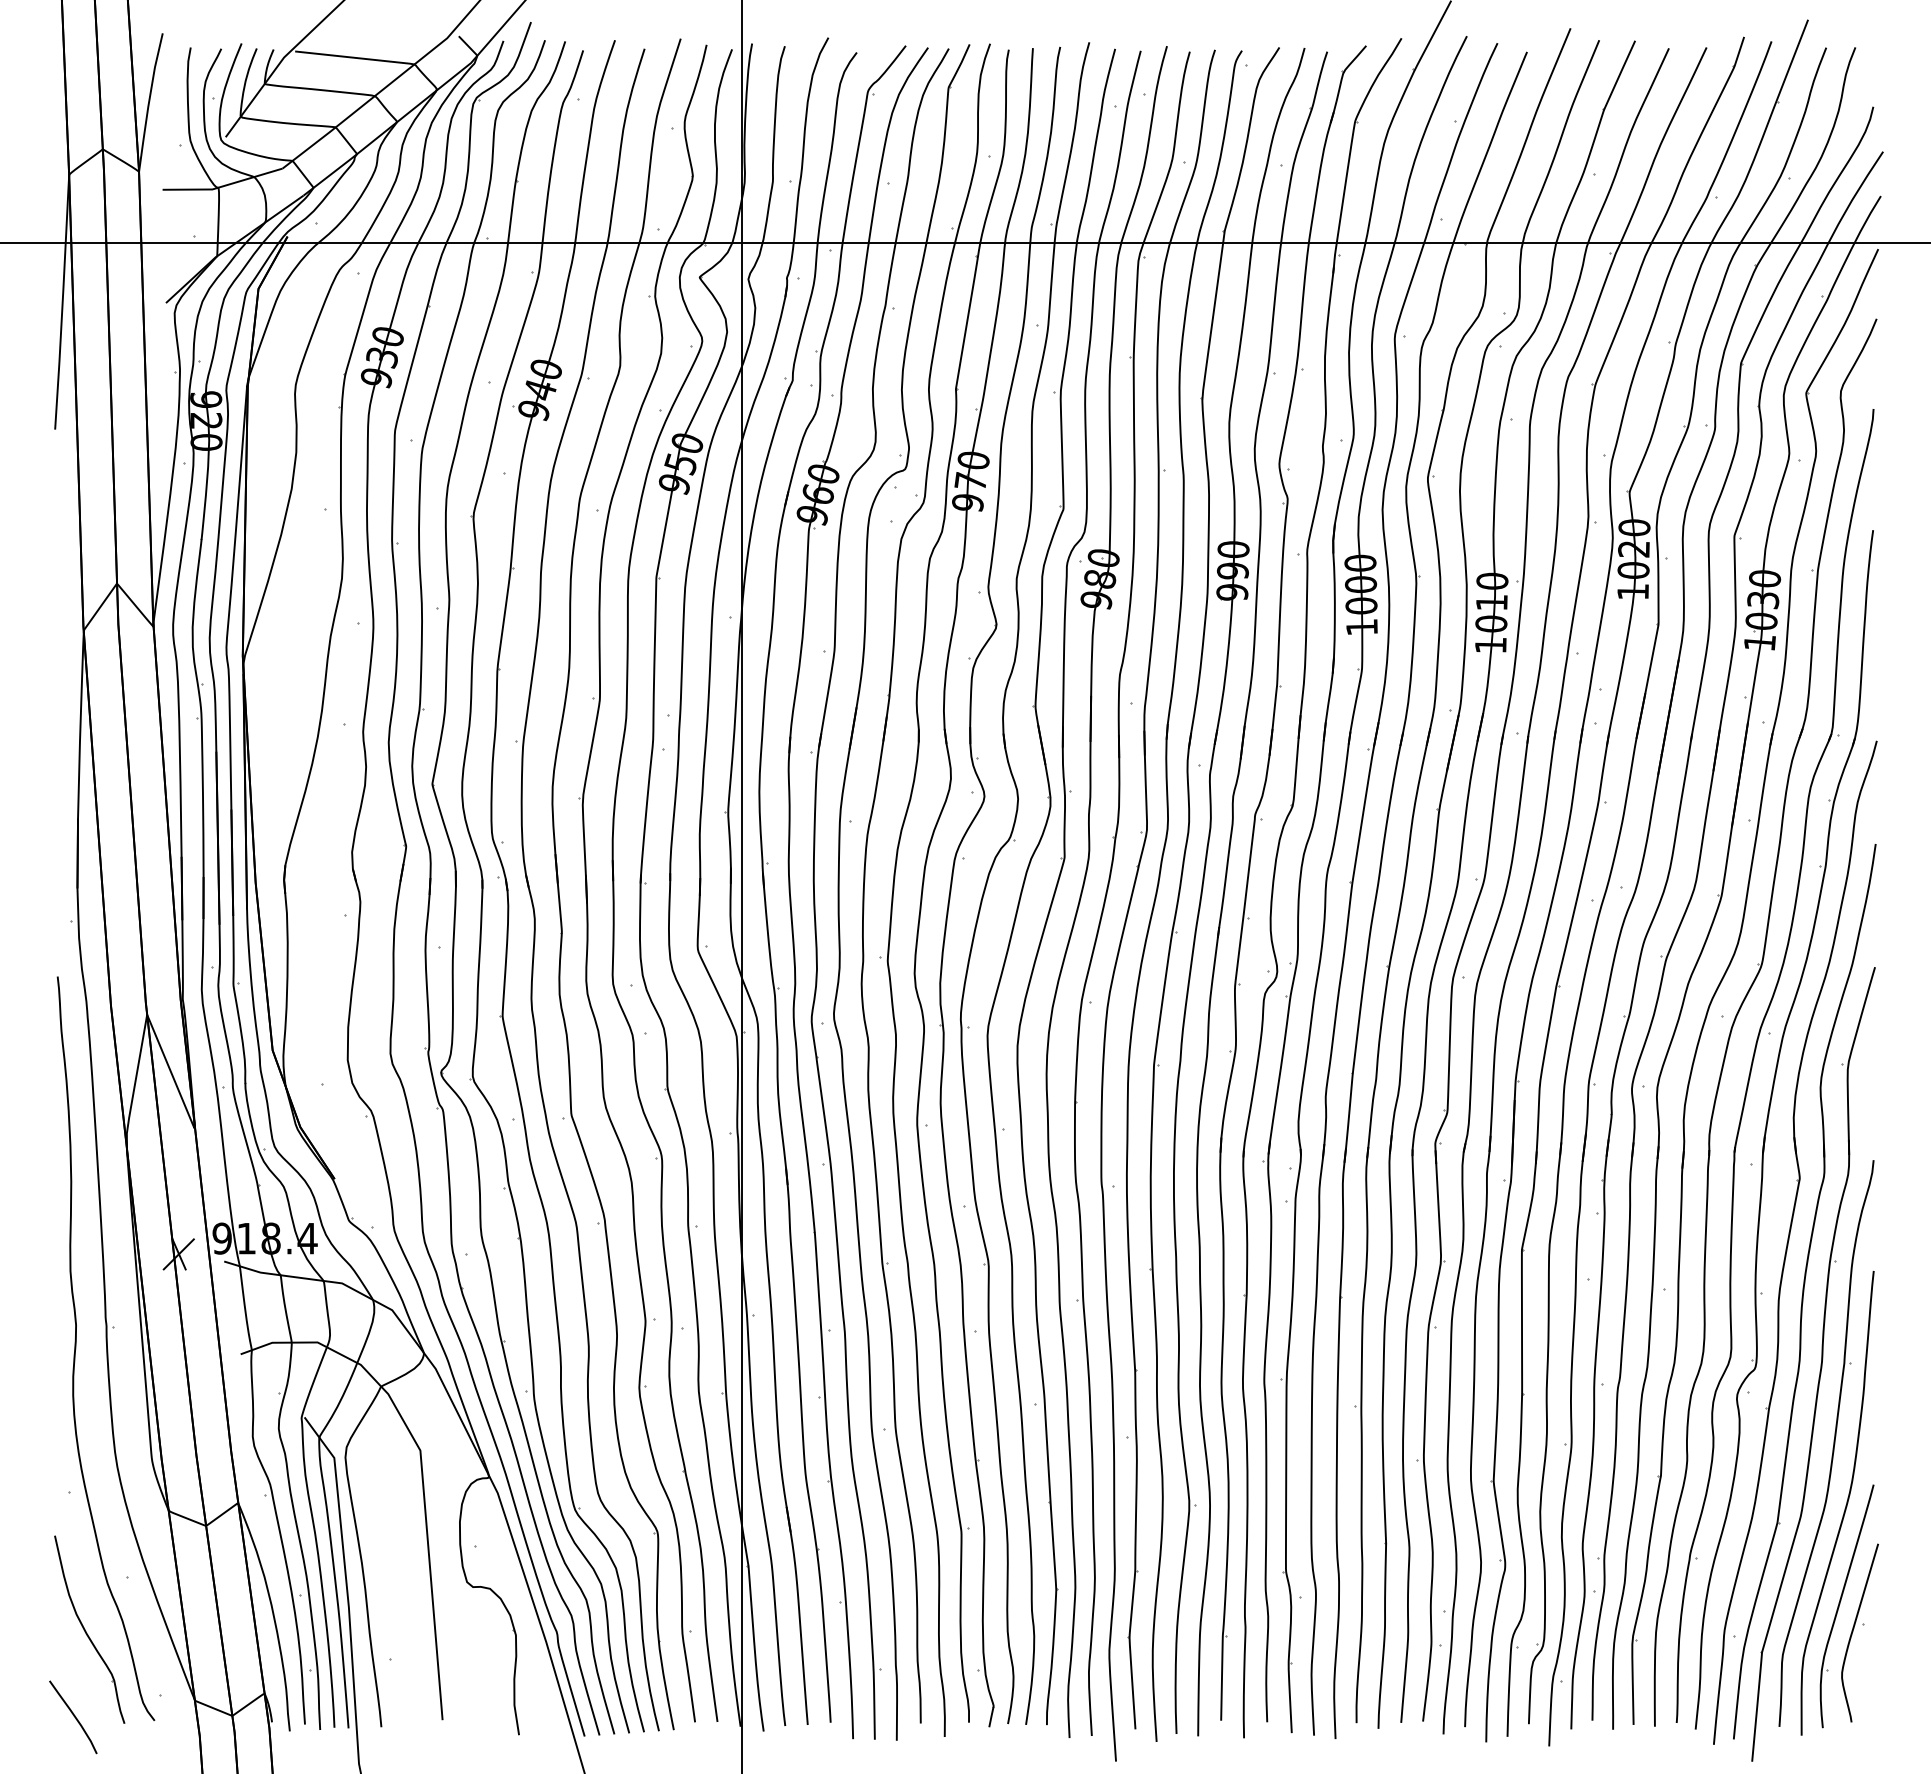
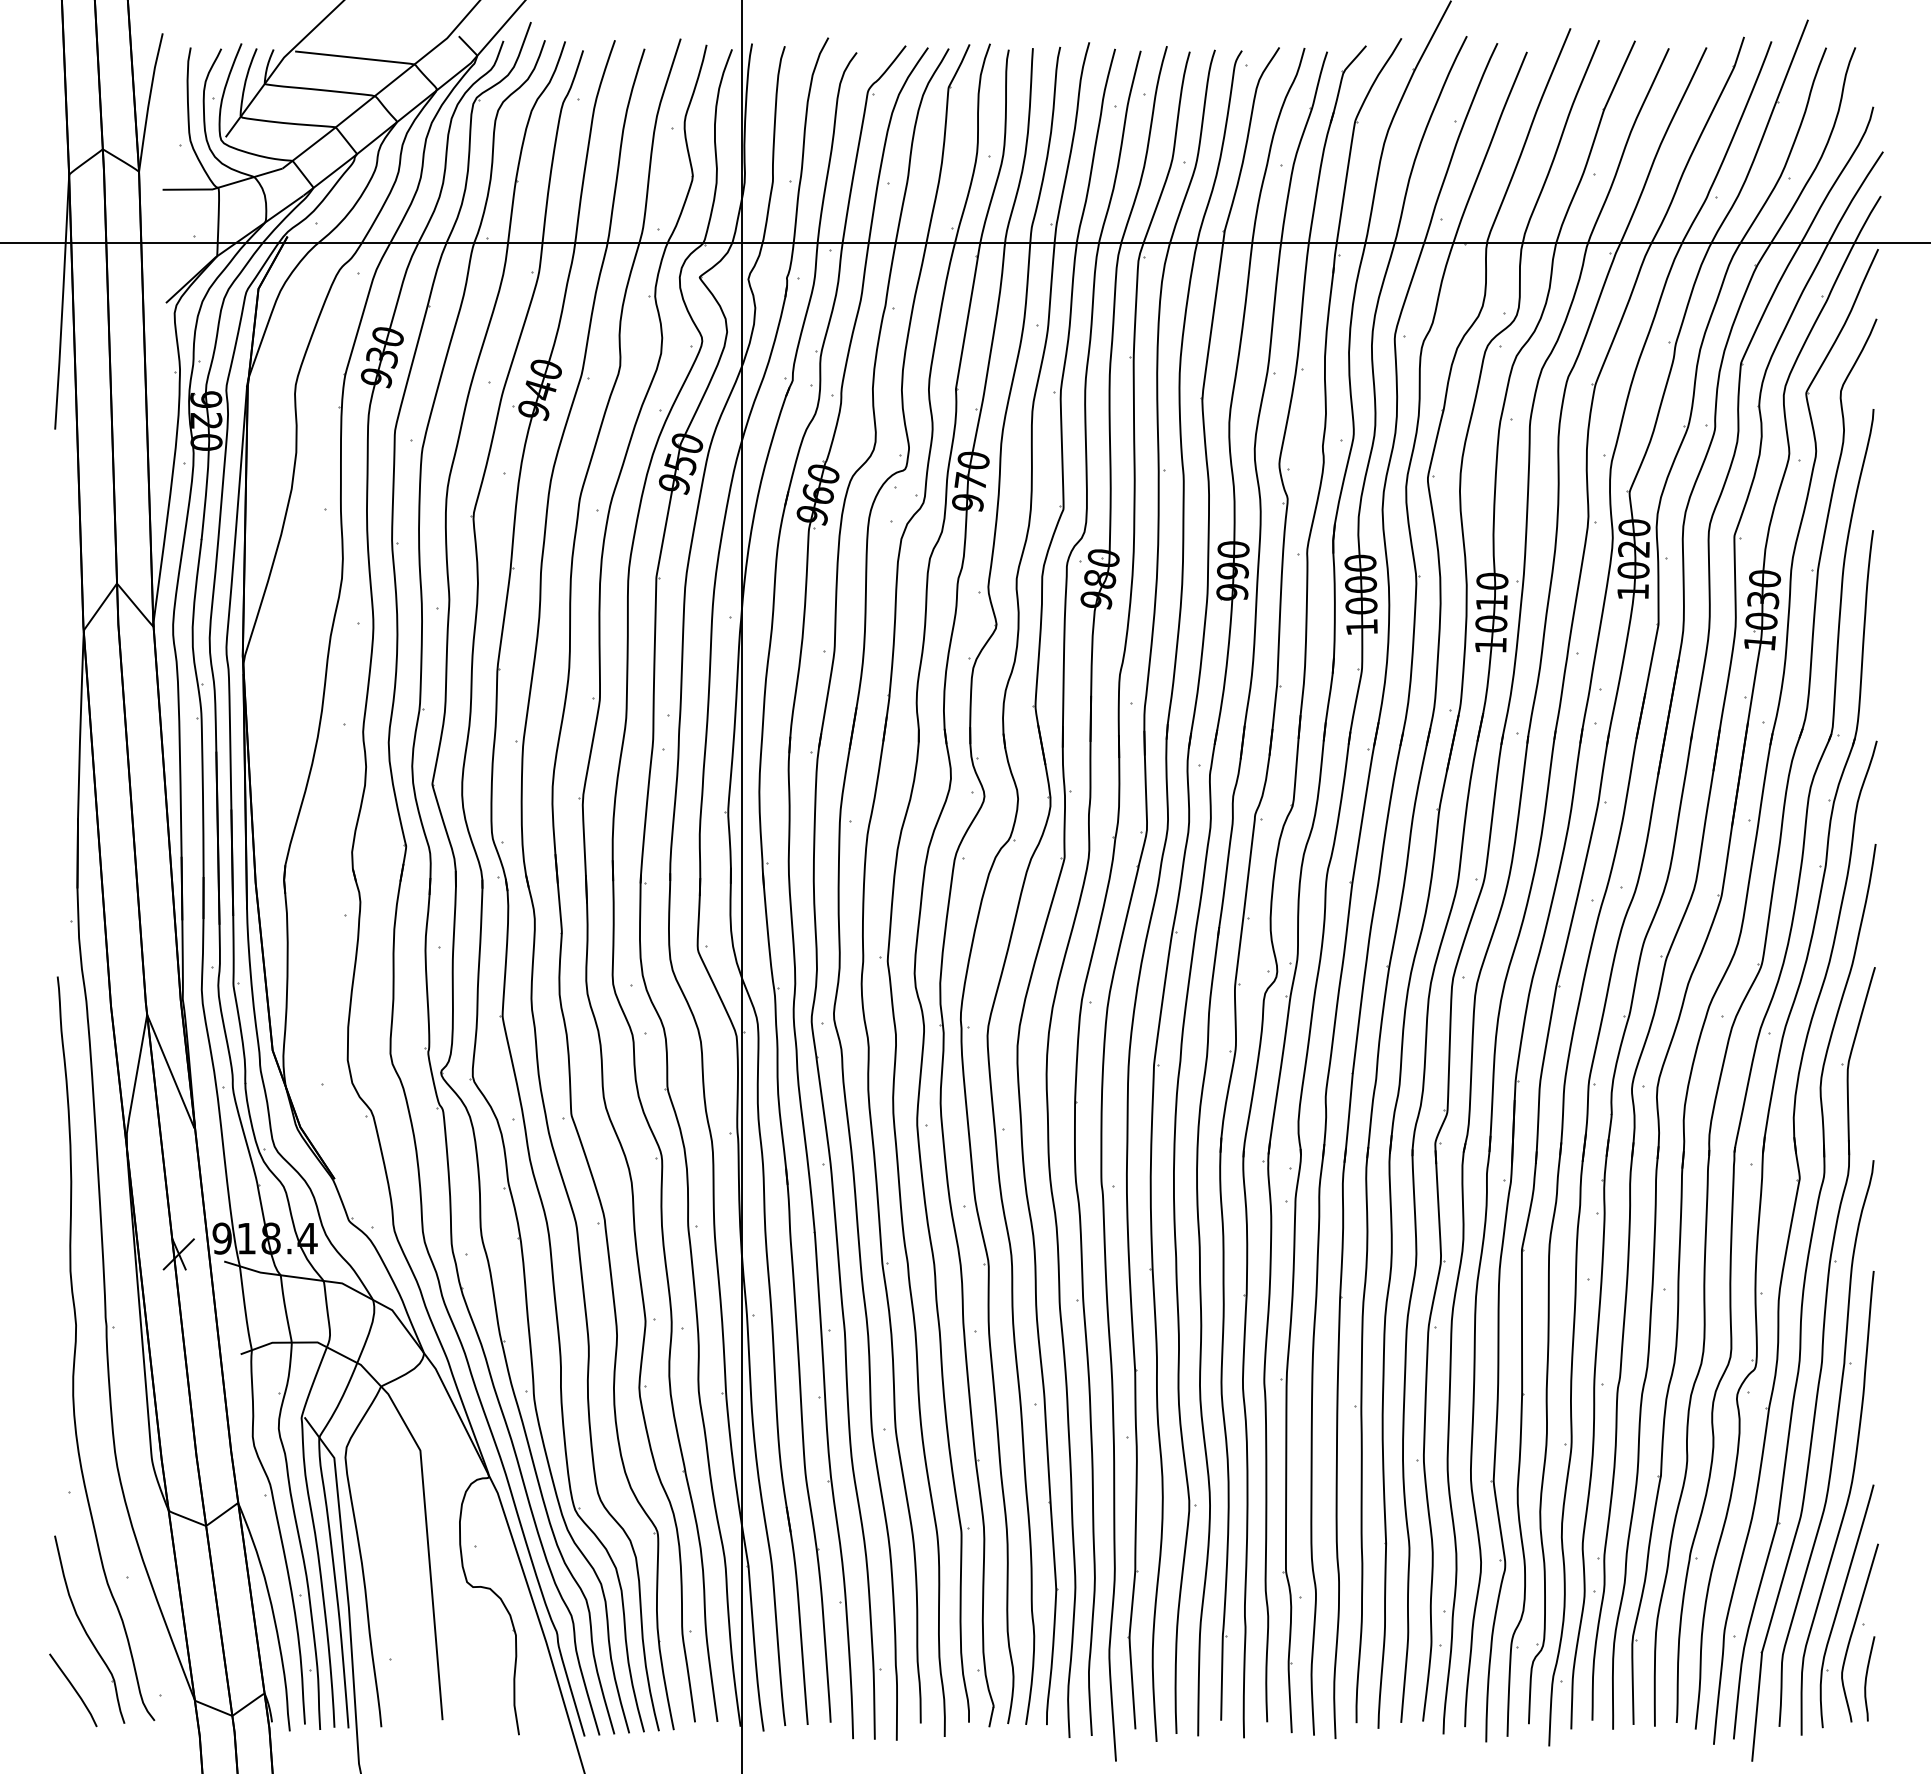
curve at (1867, 1677): none -> present
curve at (73, 1716) position: (73, 1716) -> (73, 1689)
